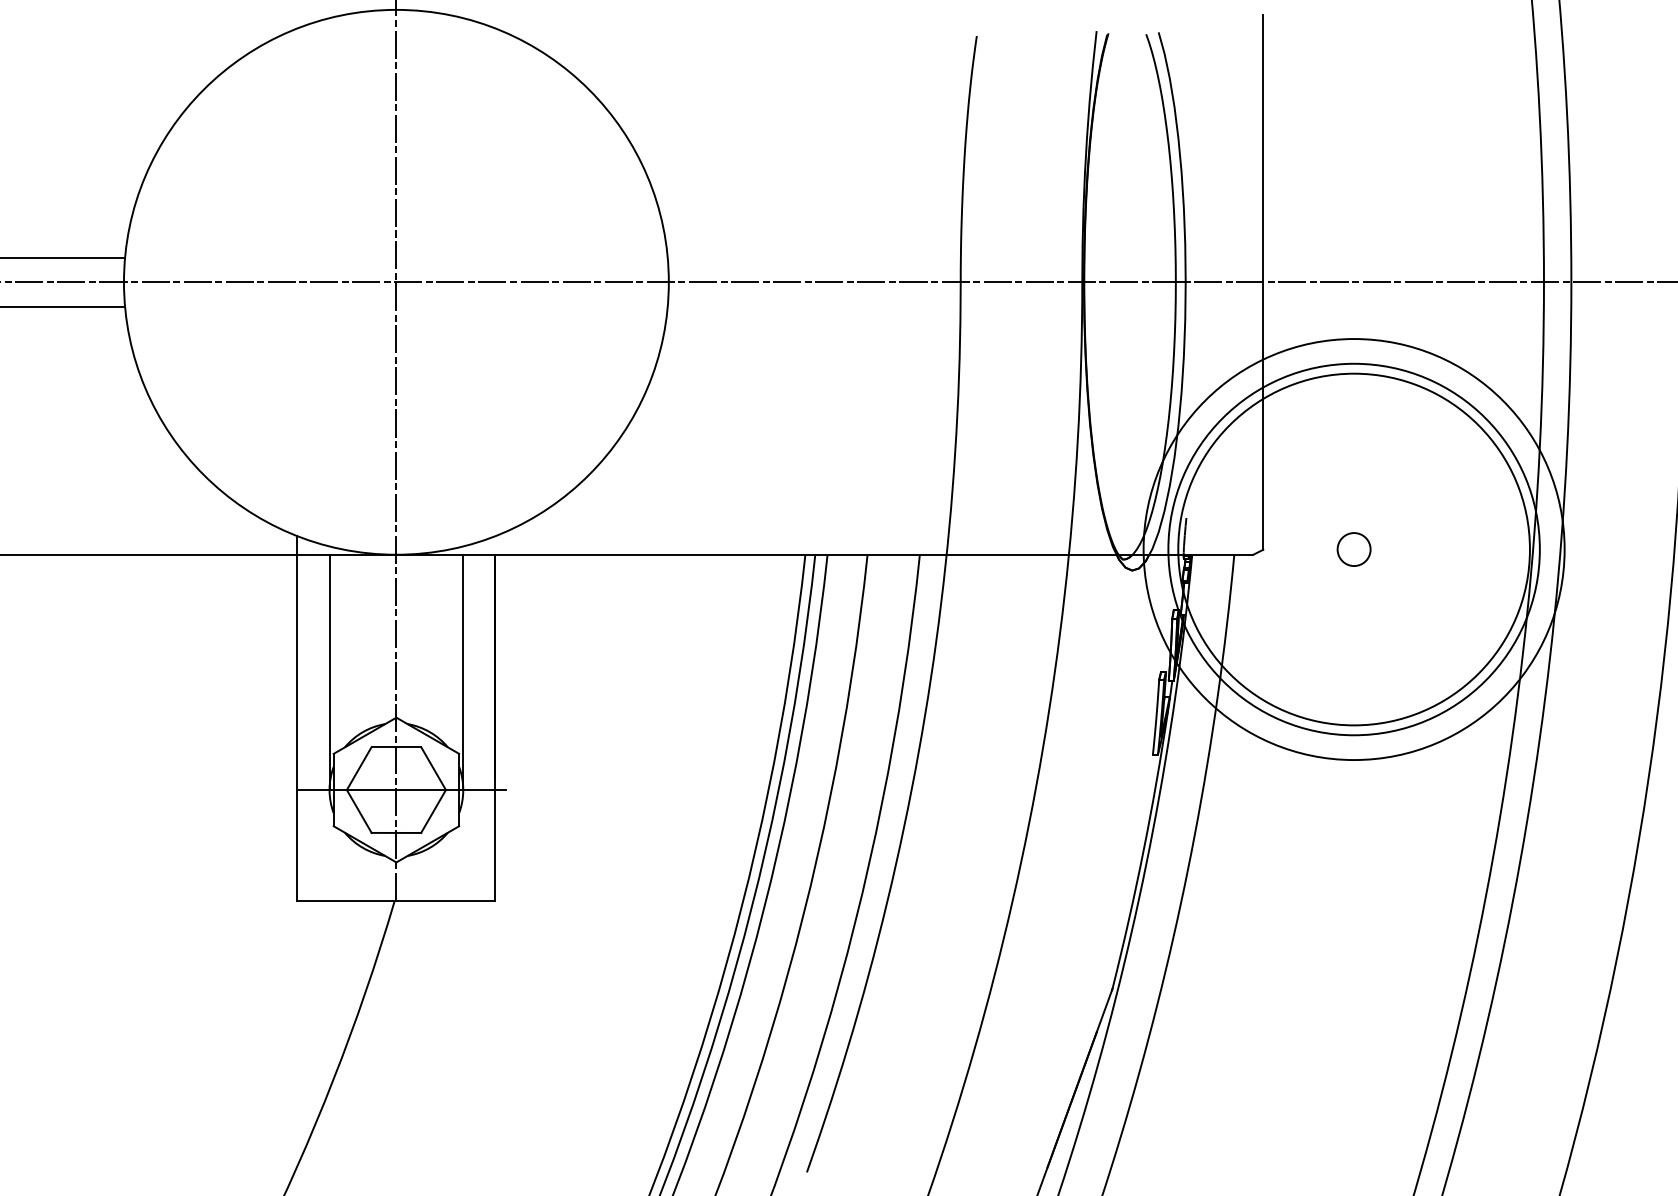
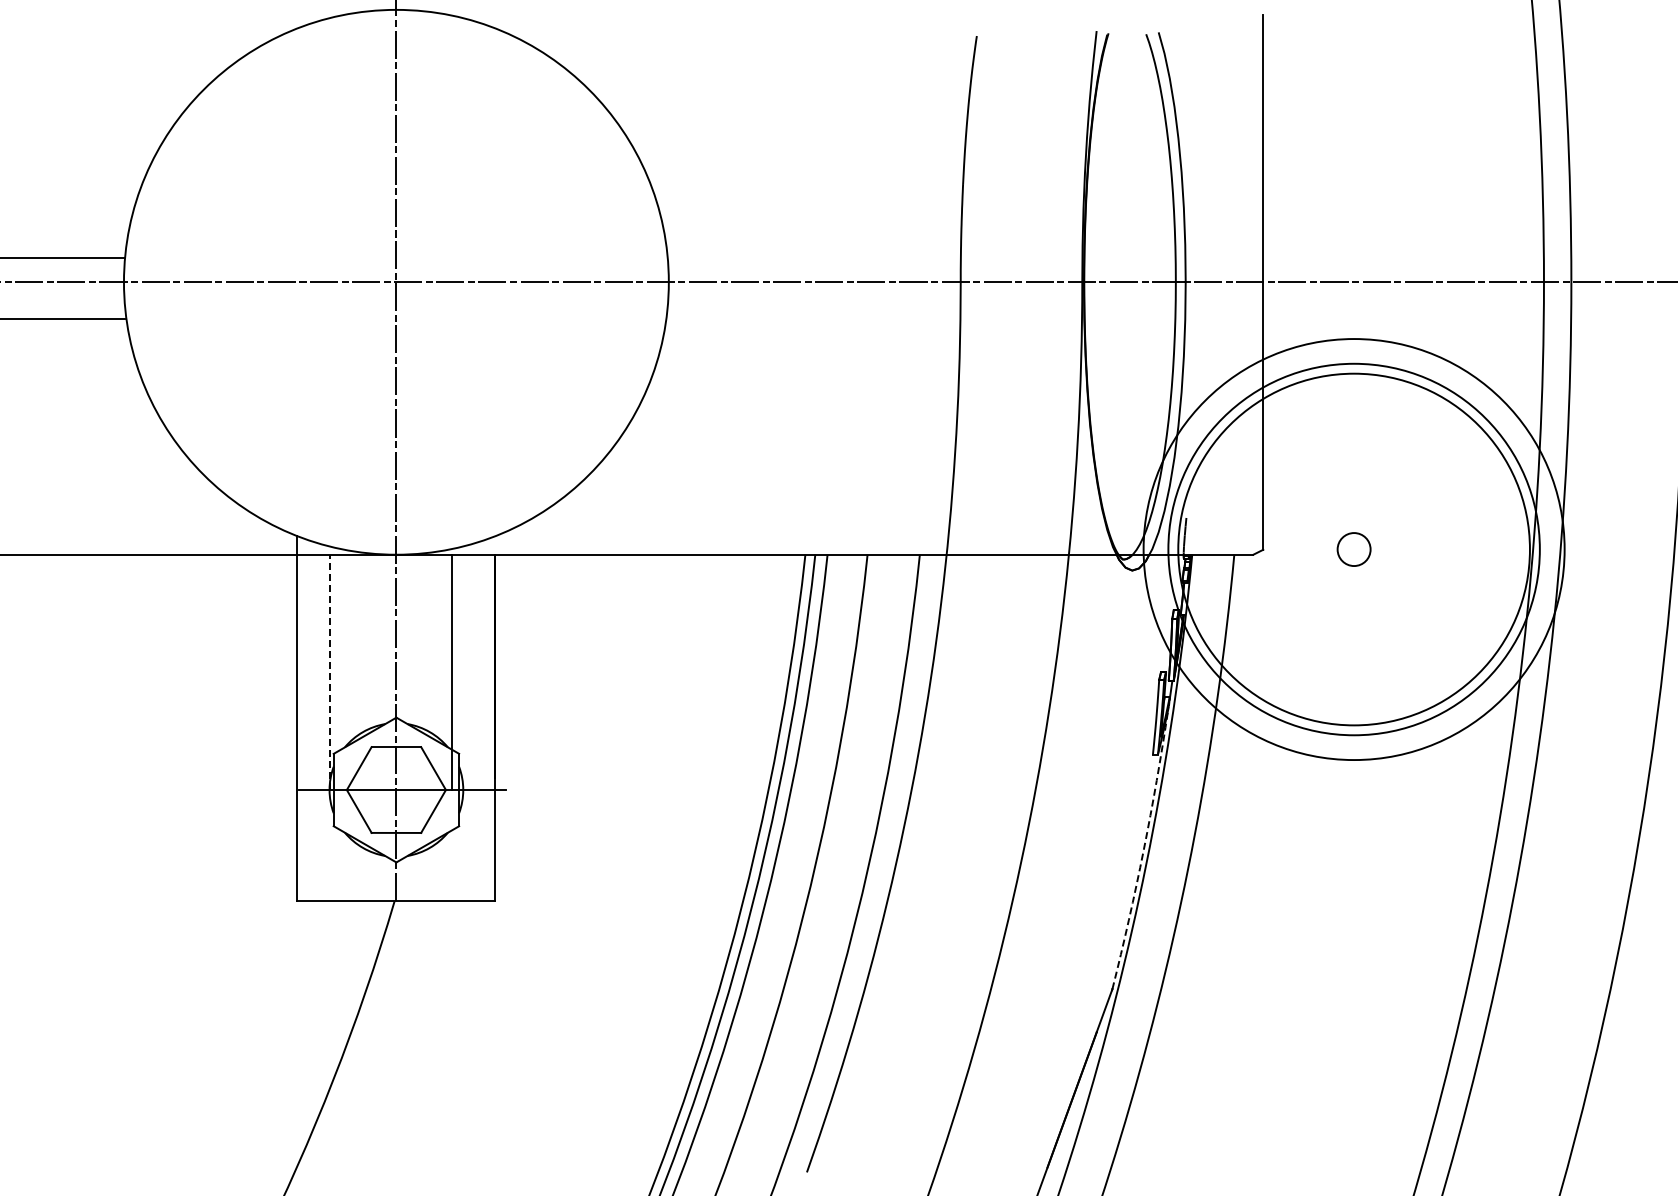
line at (63, 307) position: (63, 307) -> (63, 319)
line at (329, 672): solid -> dashed
line at (463, 672) position: (463, 672) -> (452, 672)
arc at (1143, 850): solid -> dashed
